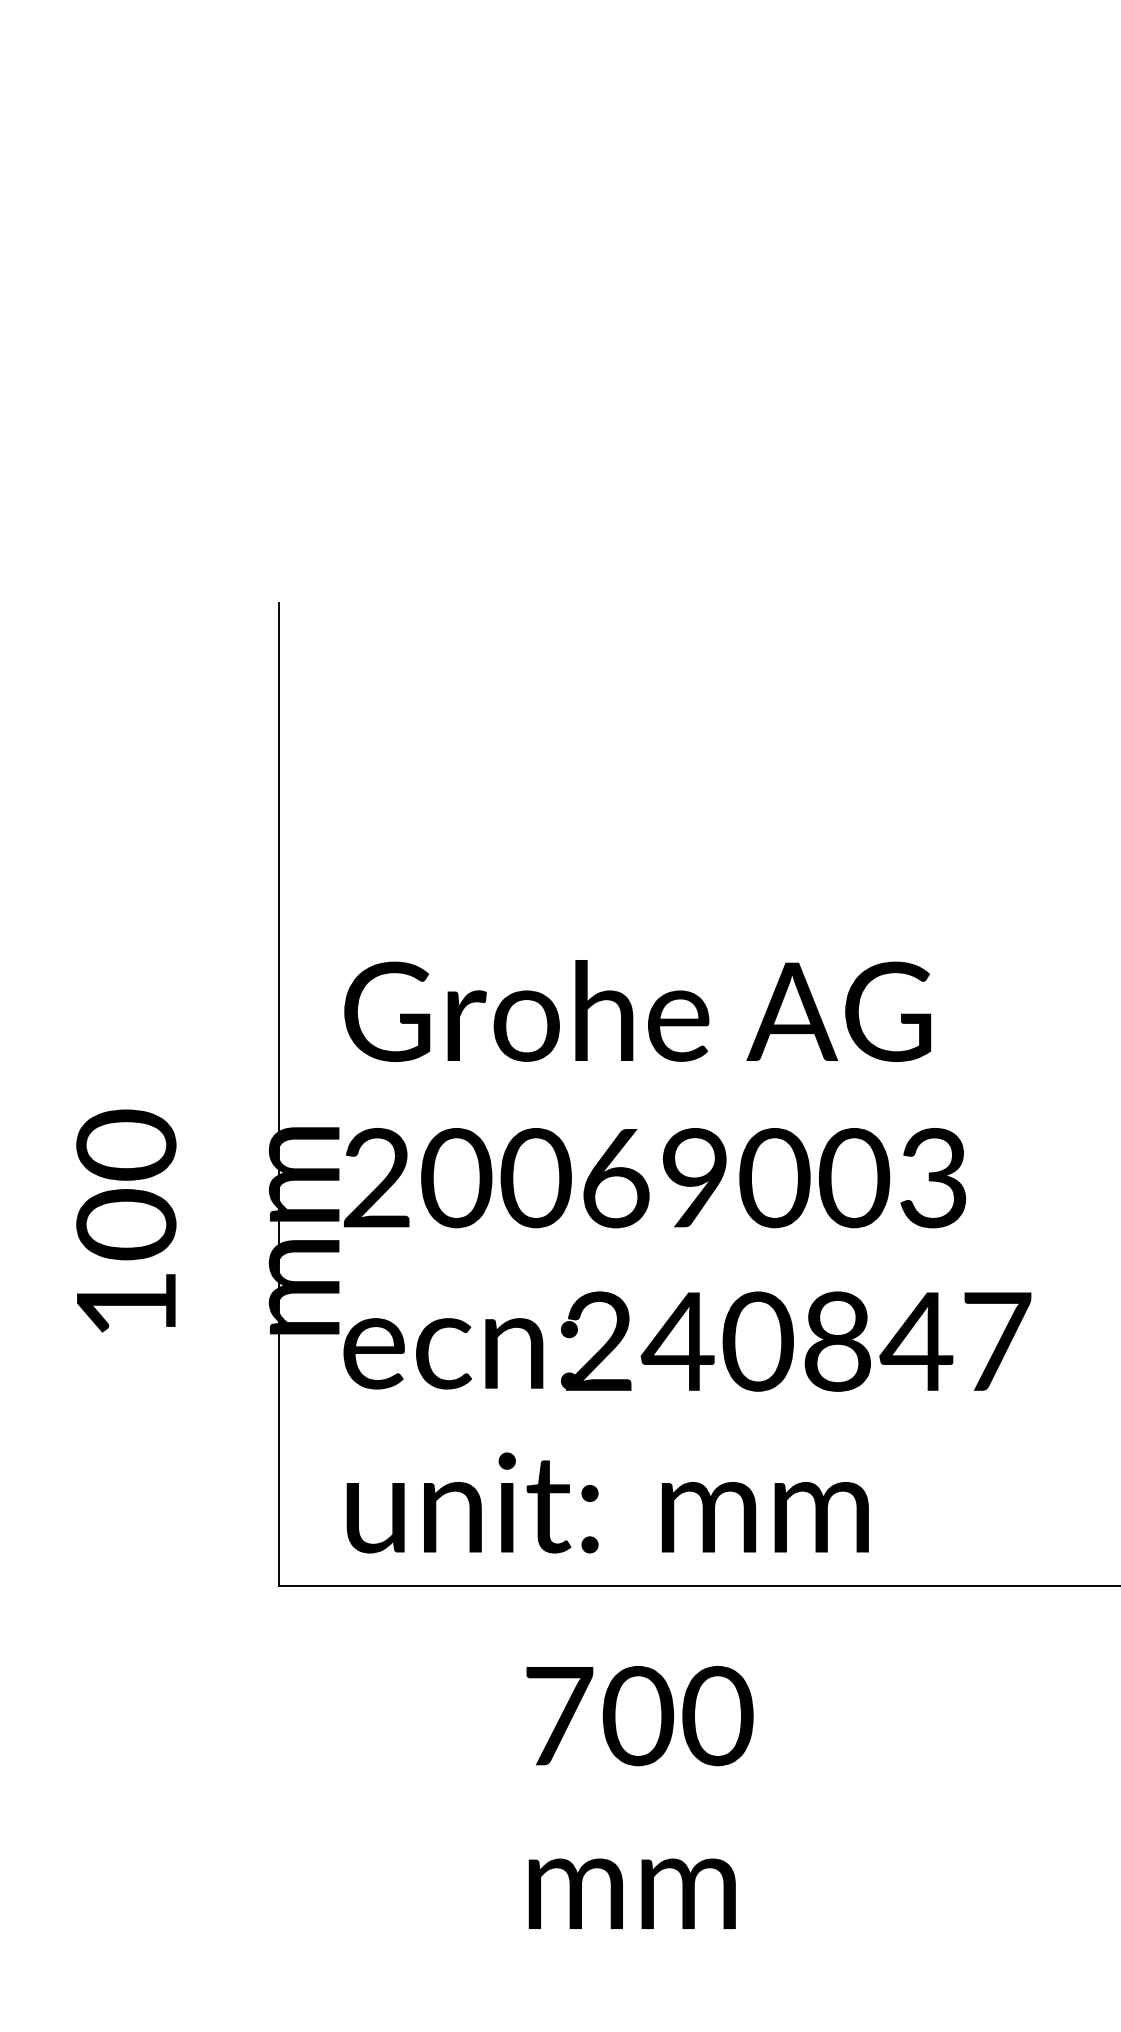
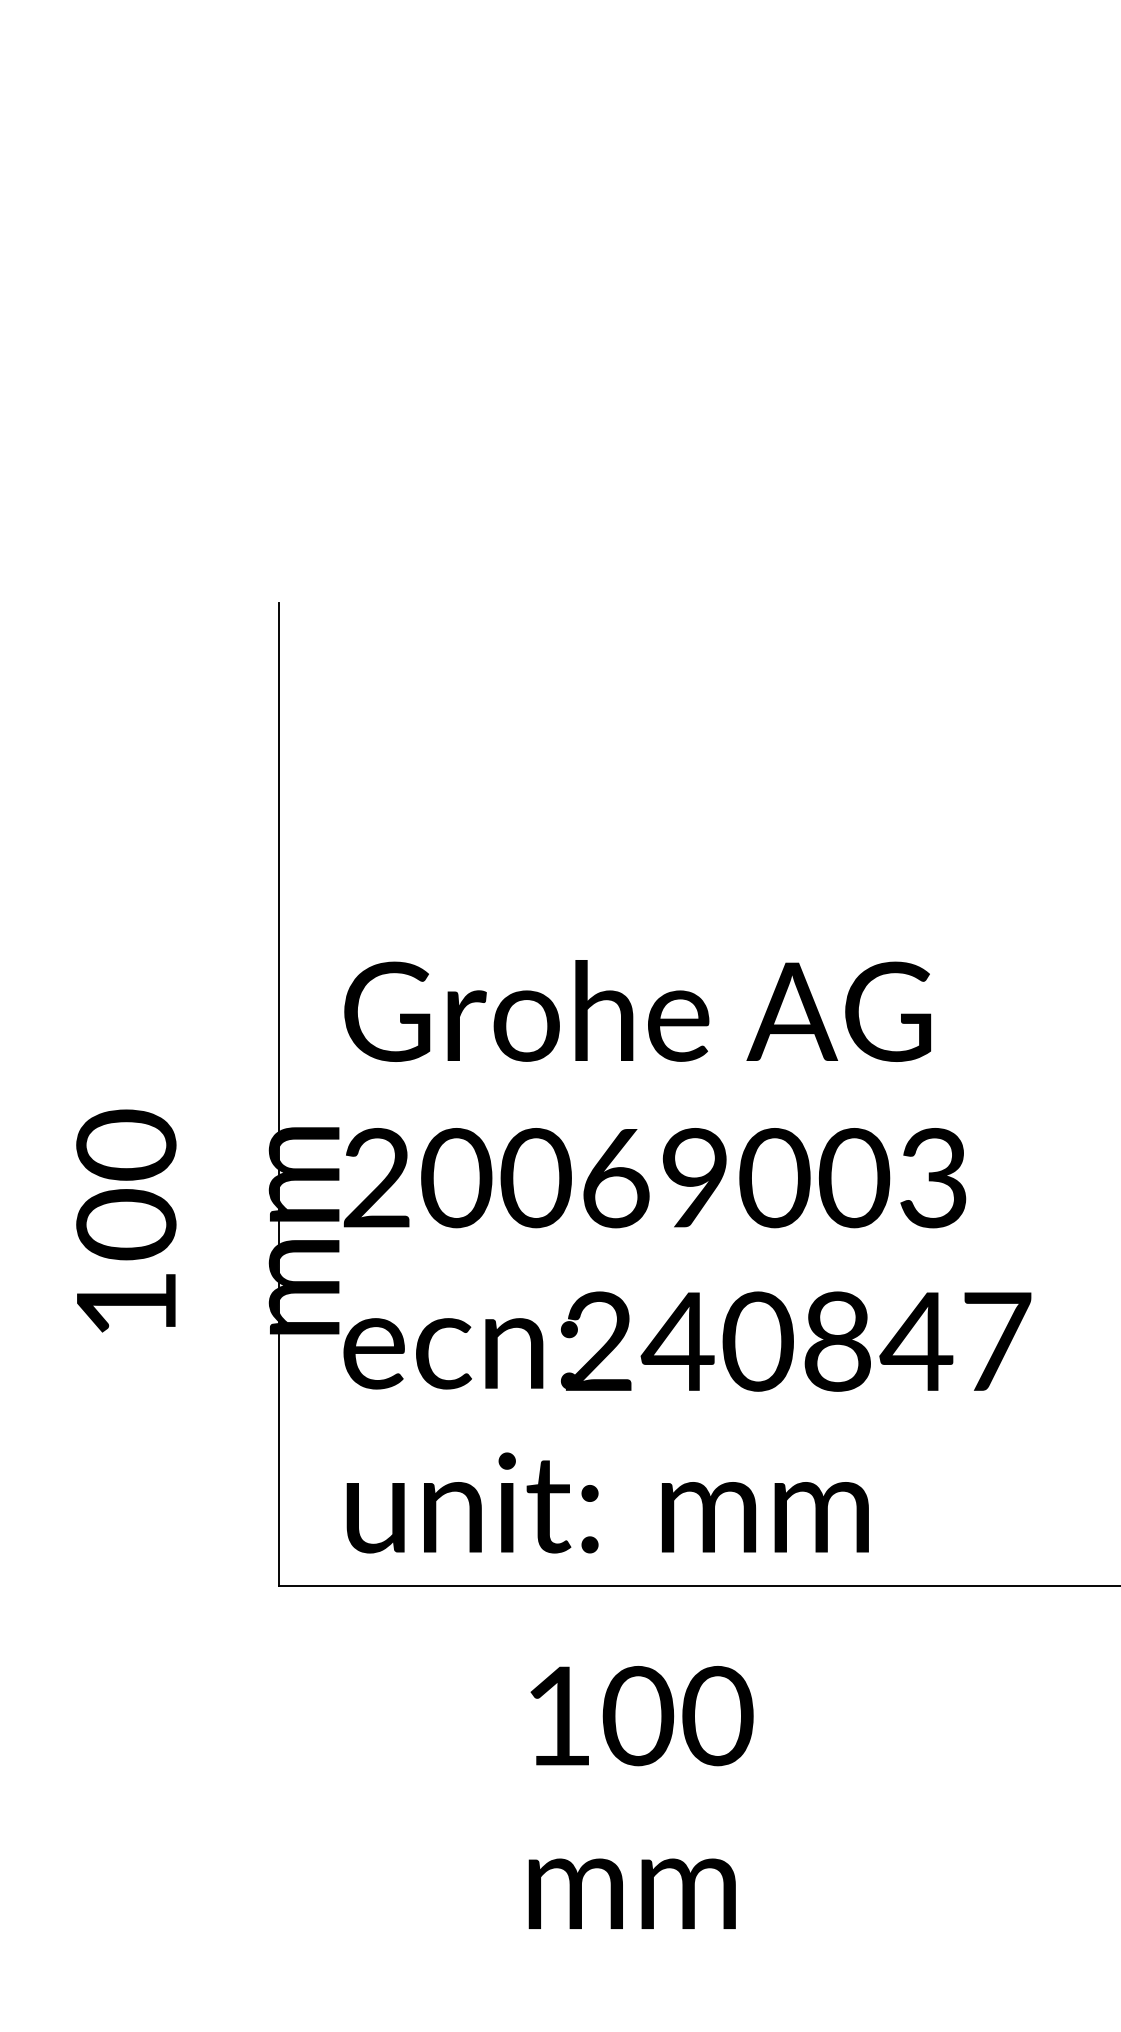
text at (559, 1715): 700 -> 100
